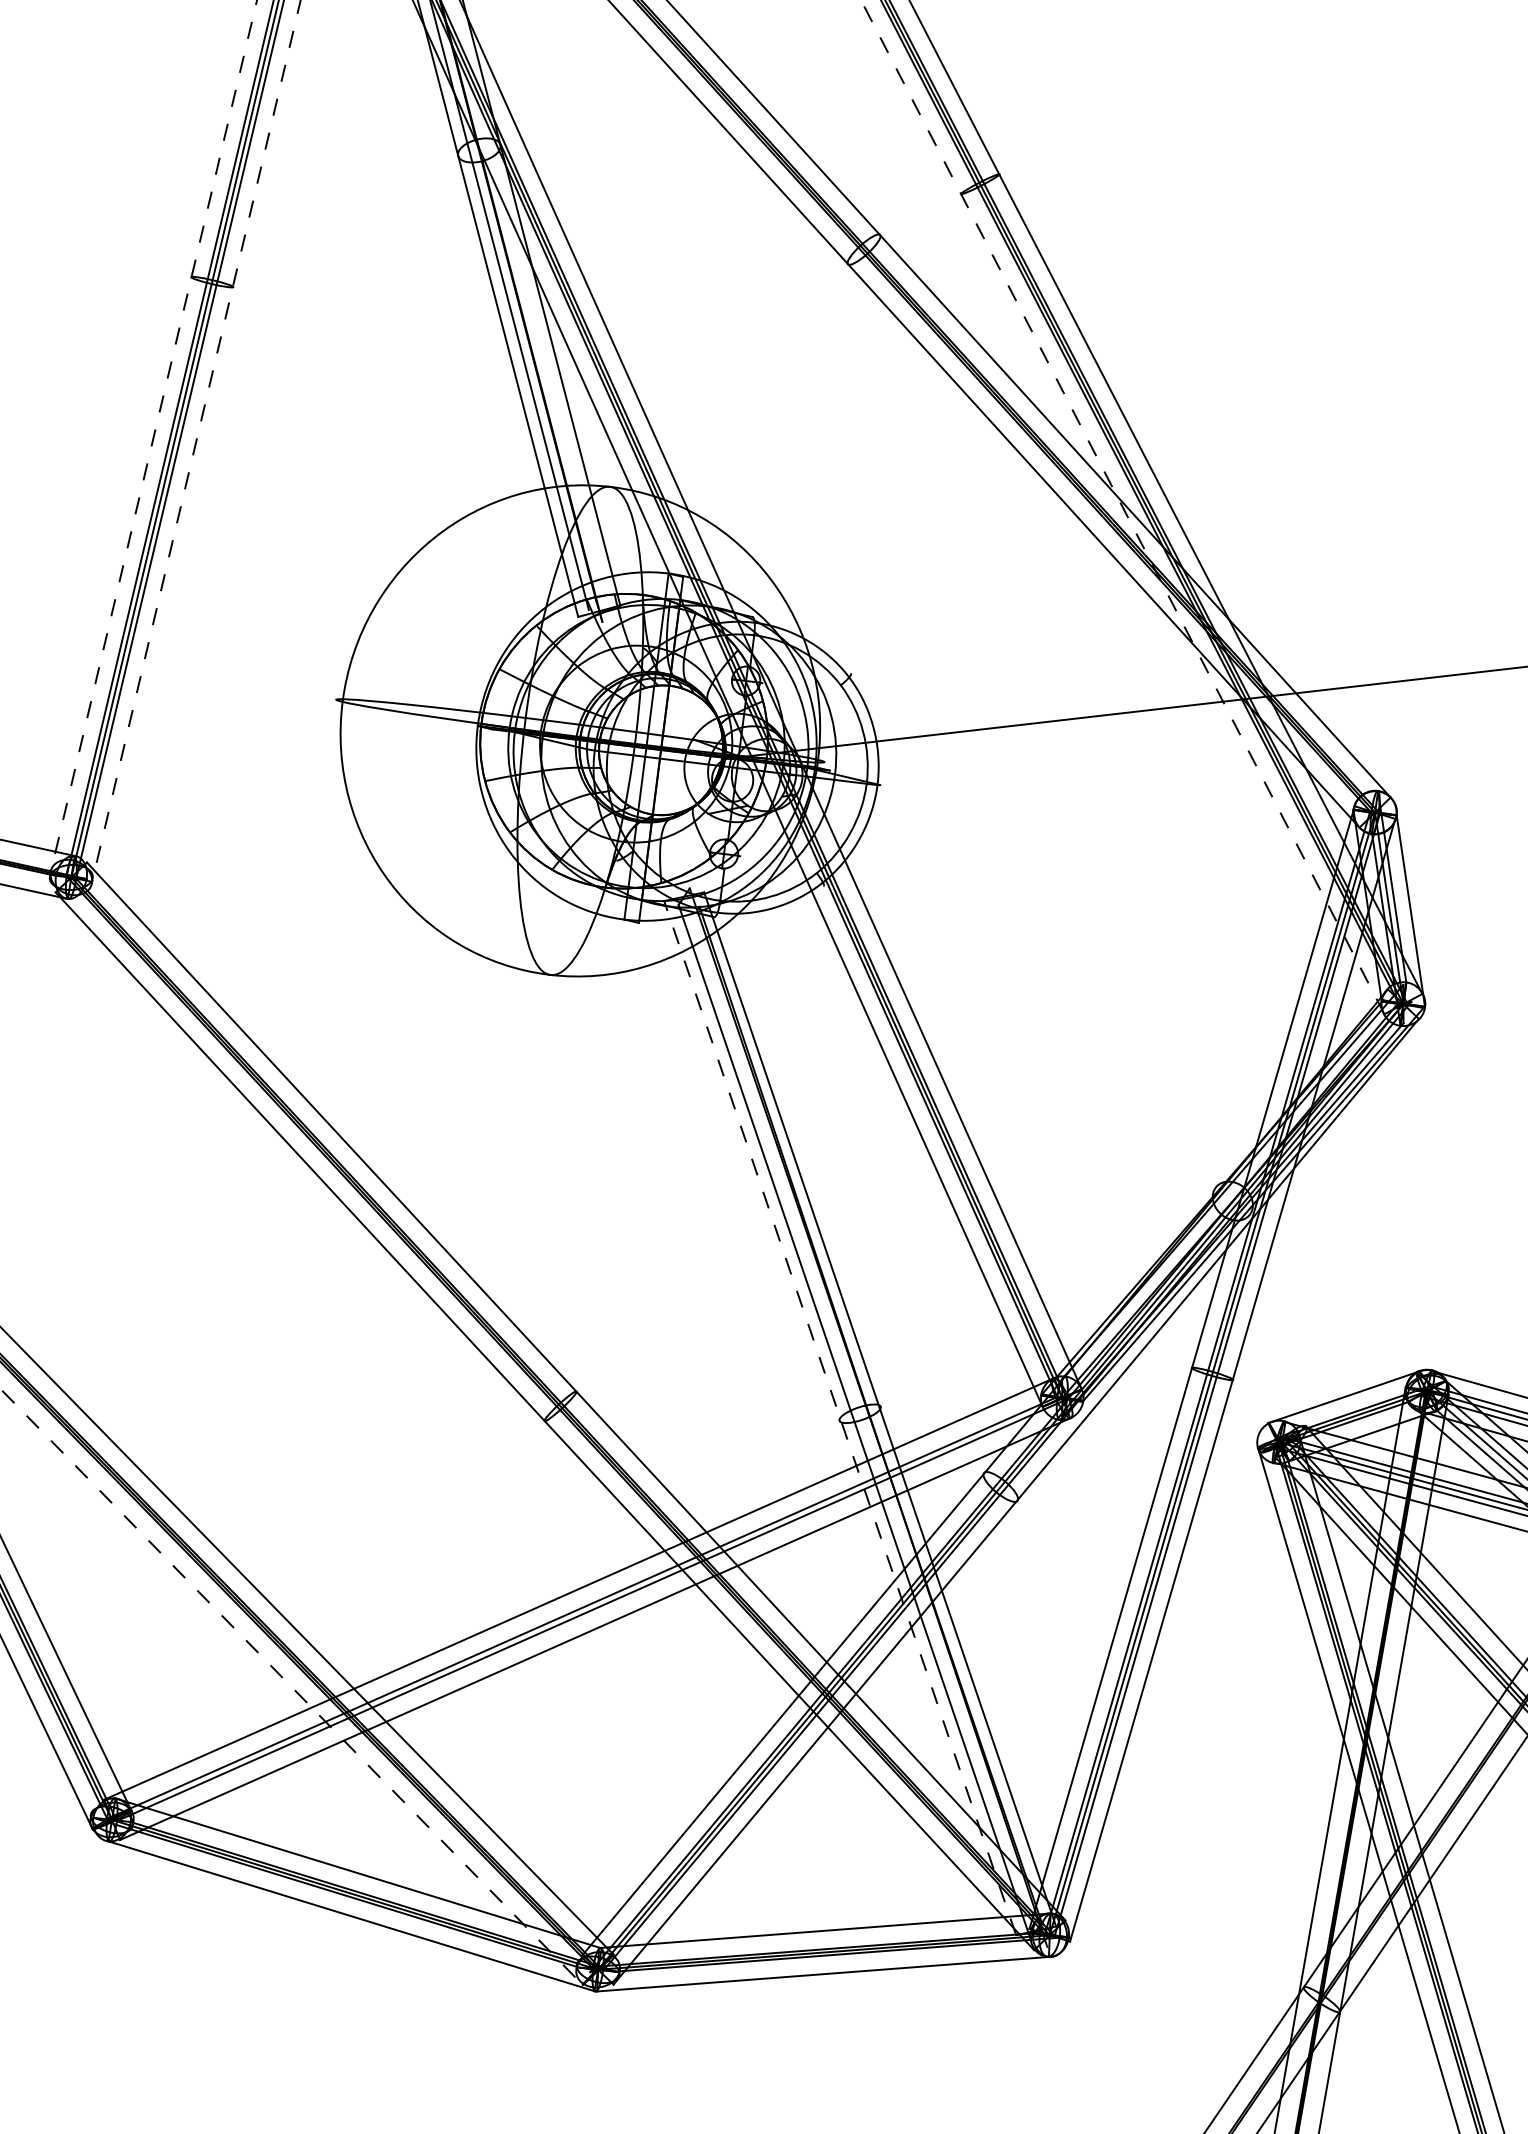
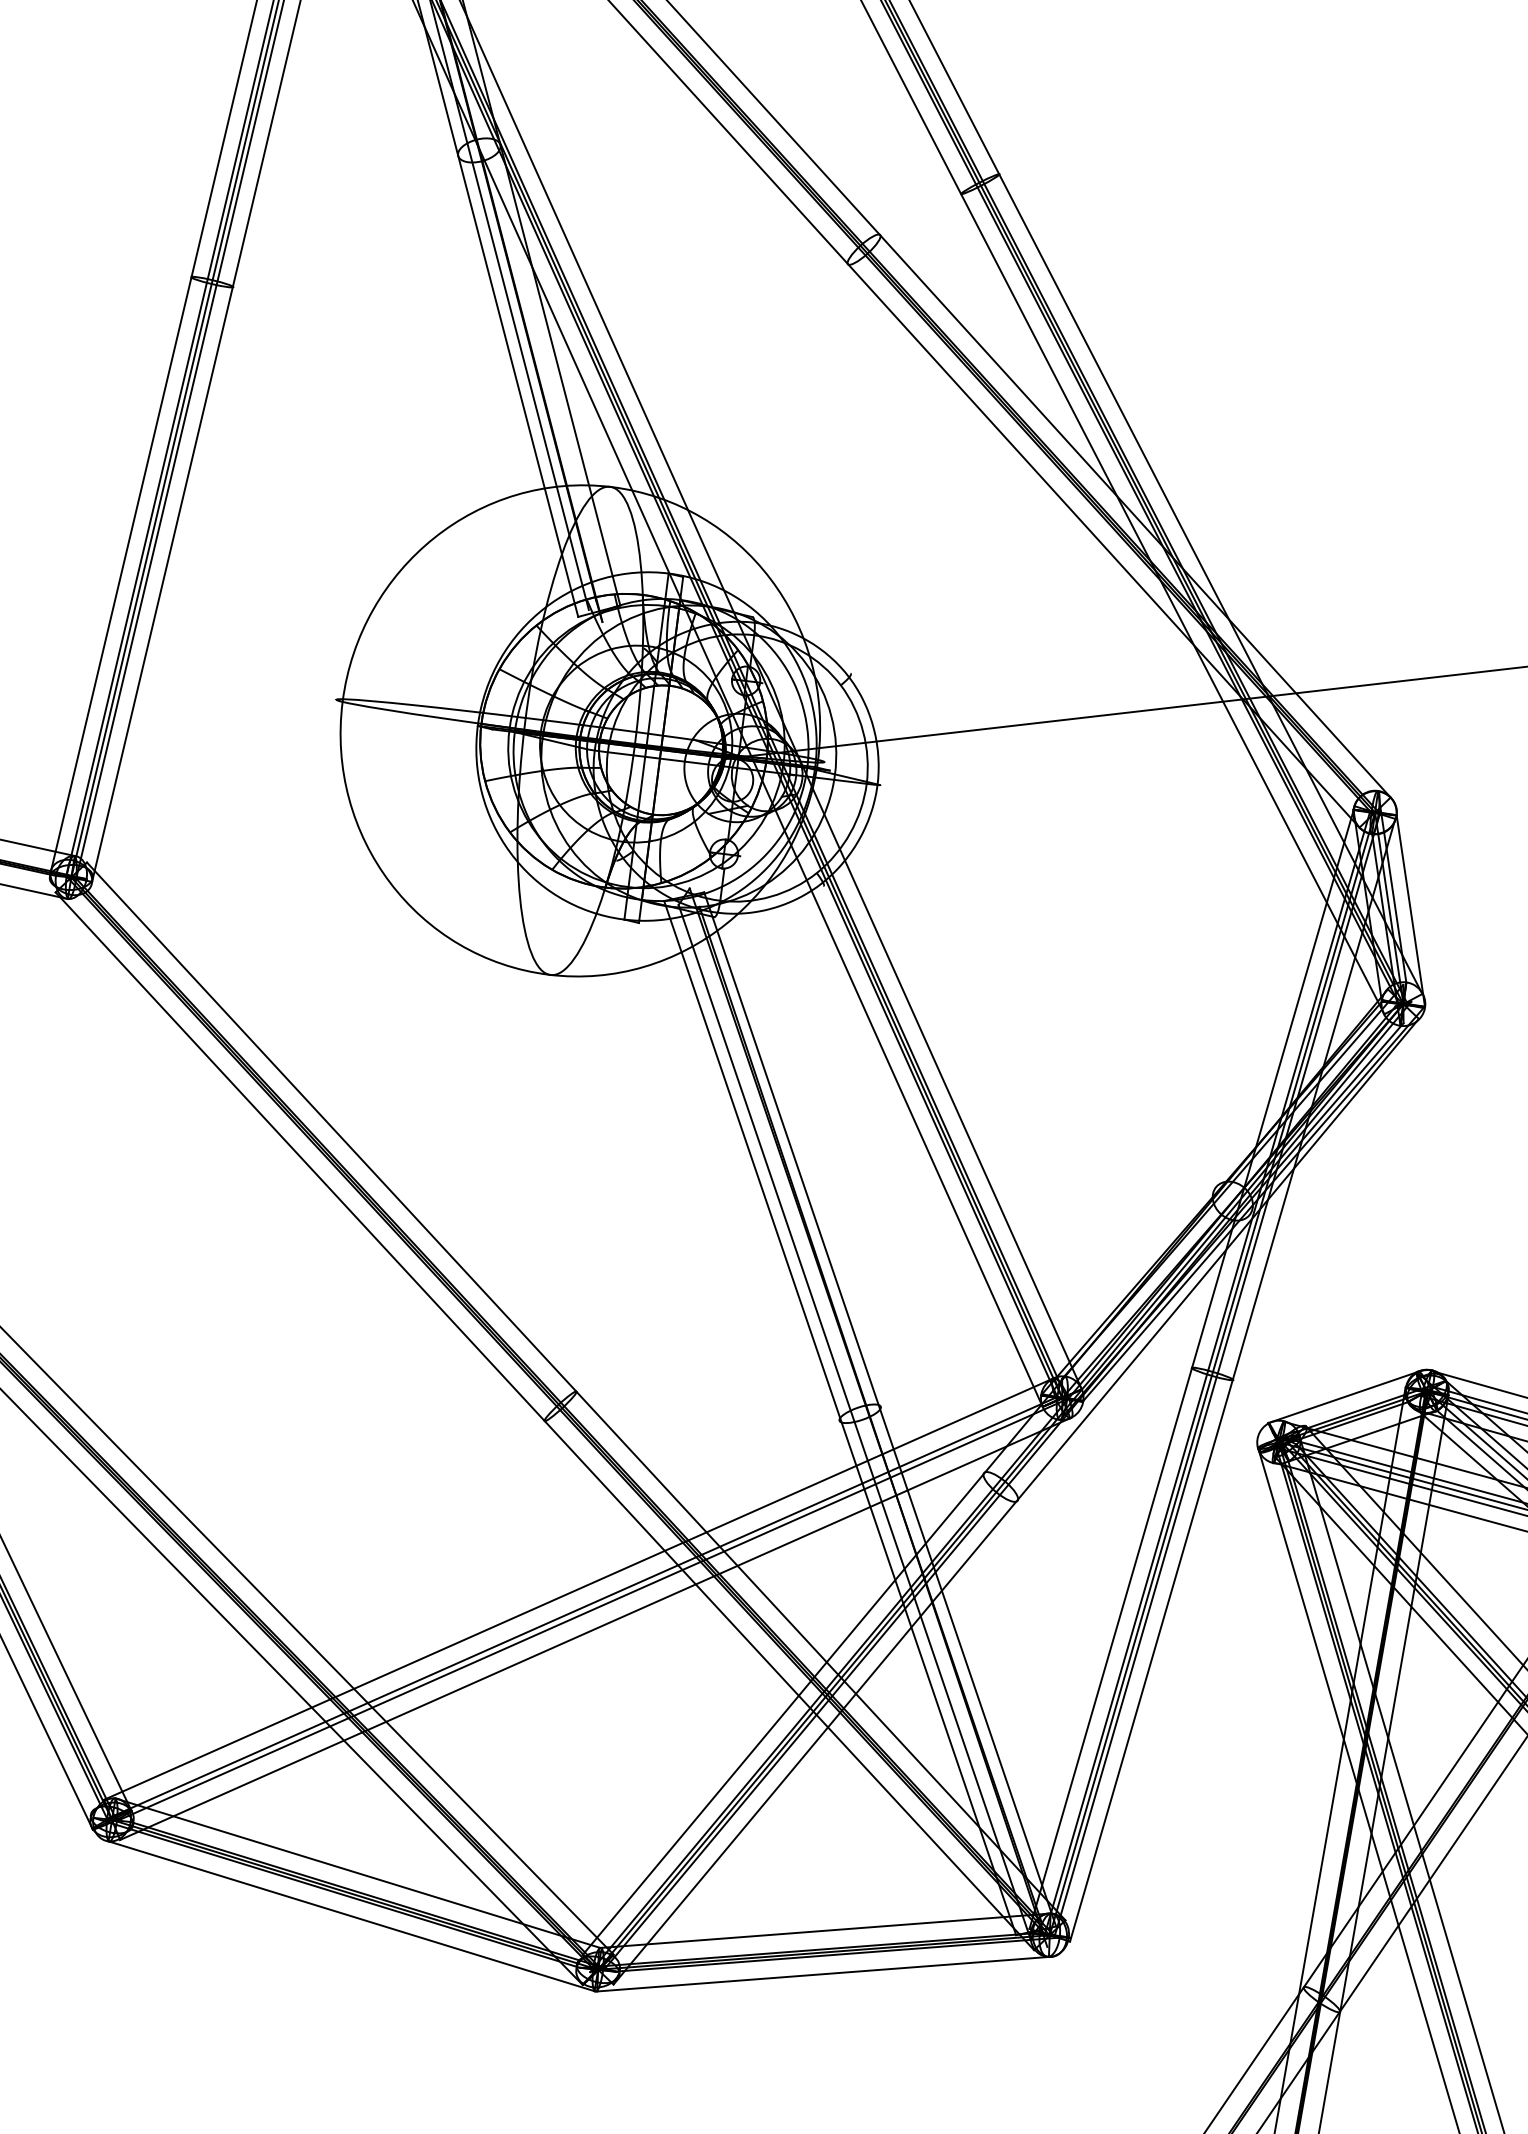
line at (153, 437): dashed -> solid
line at (196, 441): dashed -> solid
line at (1122, 507): dashed -> solid
line at (840, 1417): dashed -> solid
line at (292, 1687): dashed -> solid
